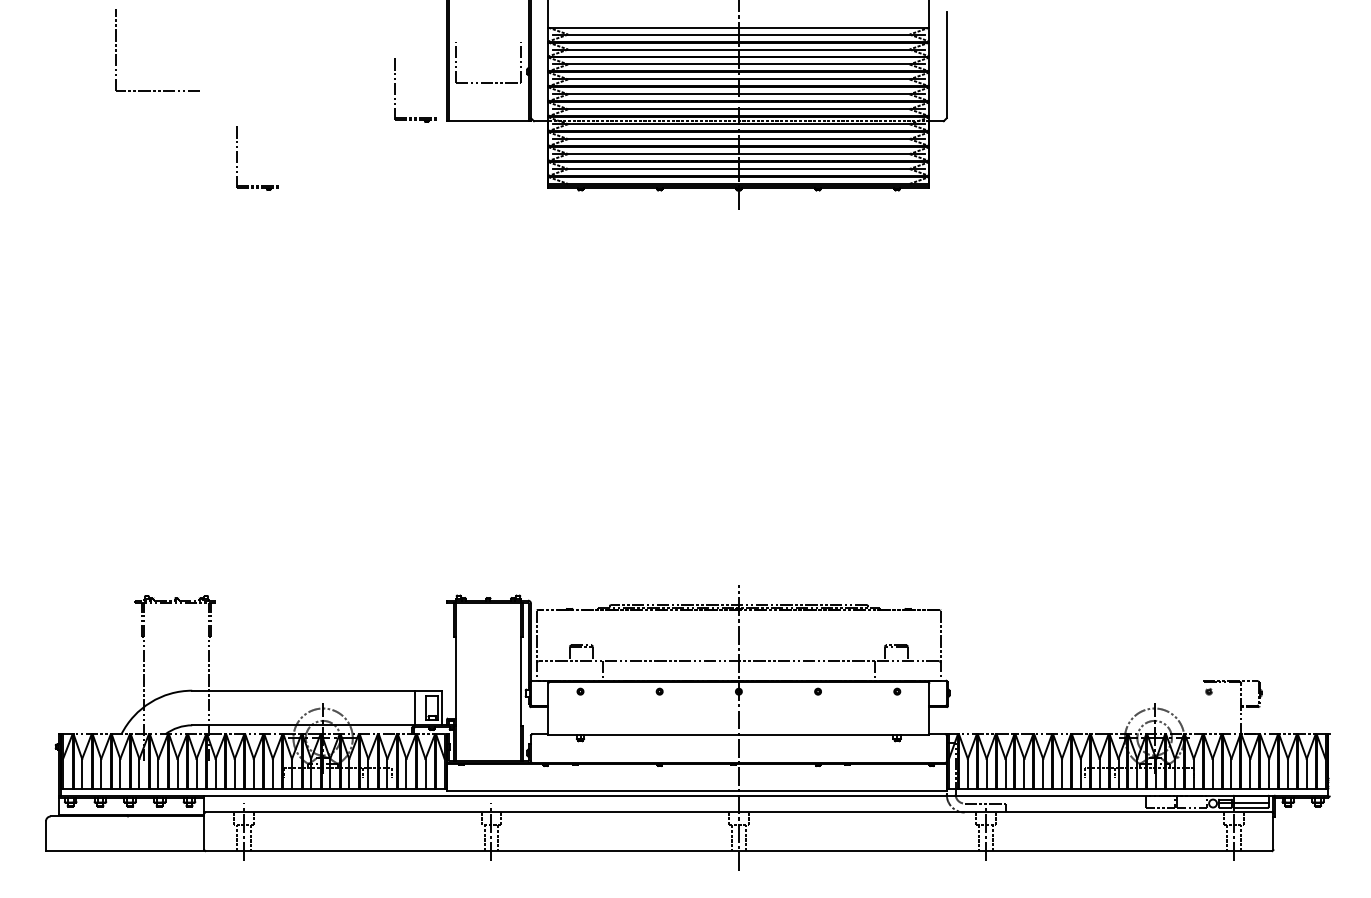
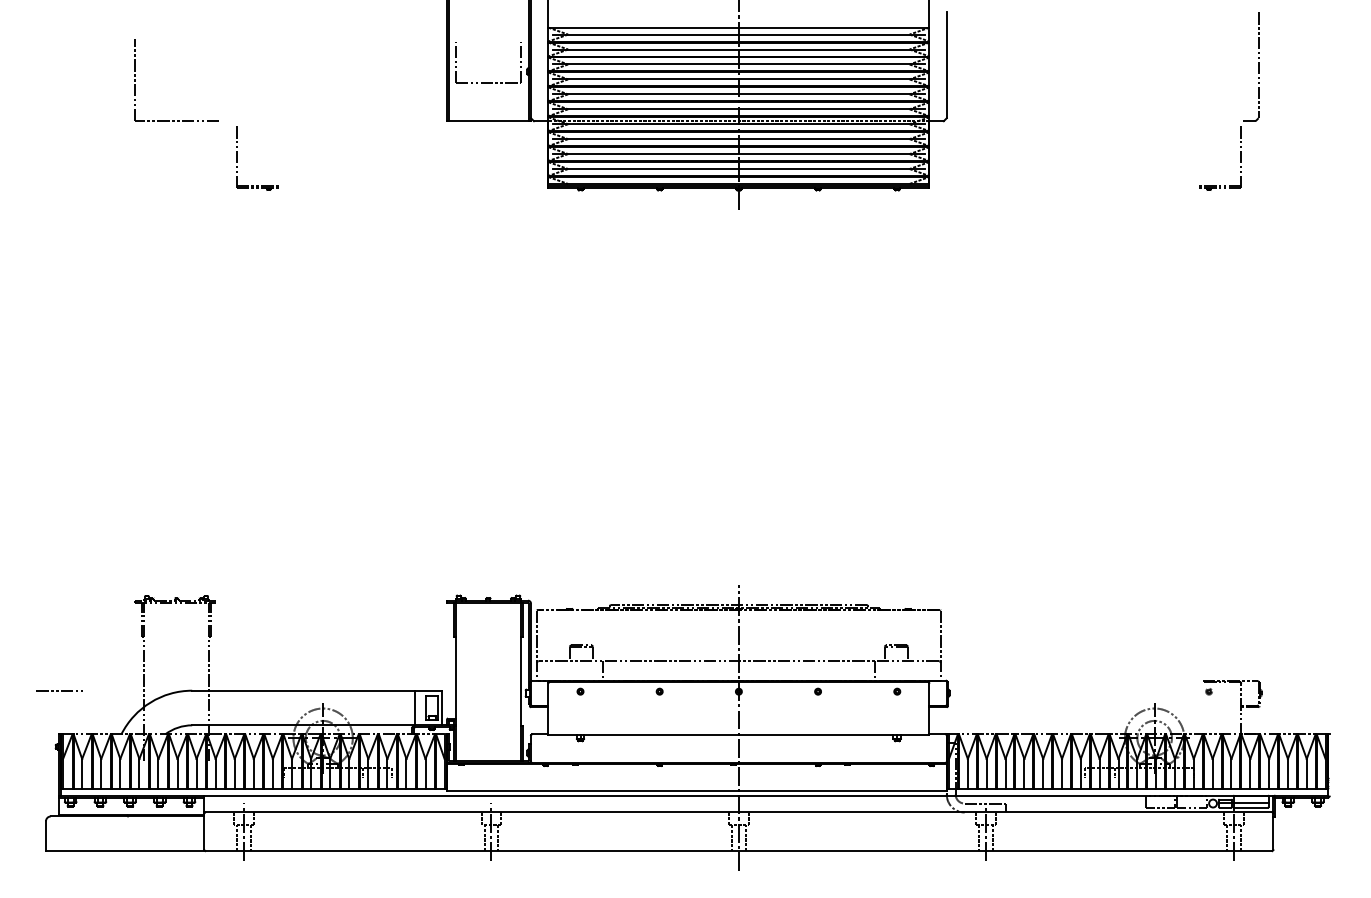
part at (158, 90) position: (158, 90) -> (177, 120)
part at (395, 90): present -> none
part at (1243, 120): none -> present
line at (59, 690): none -> present
